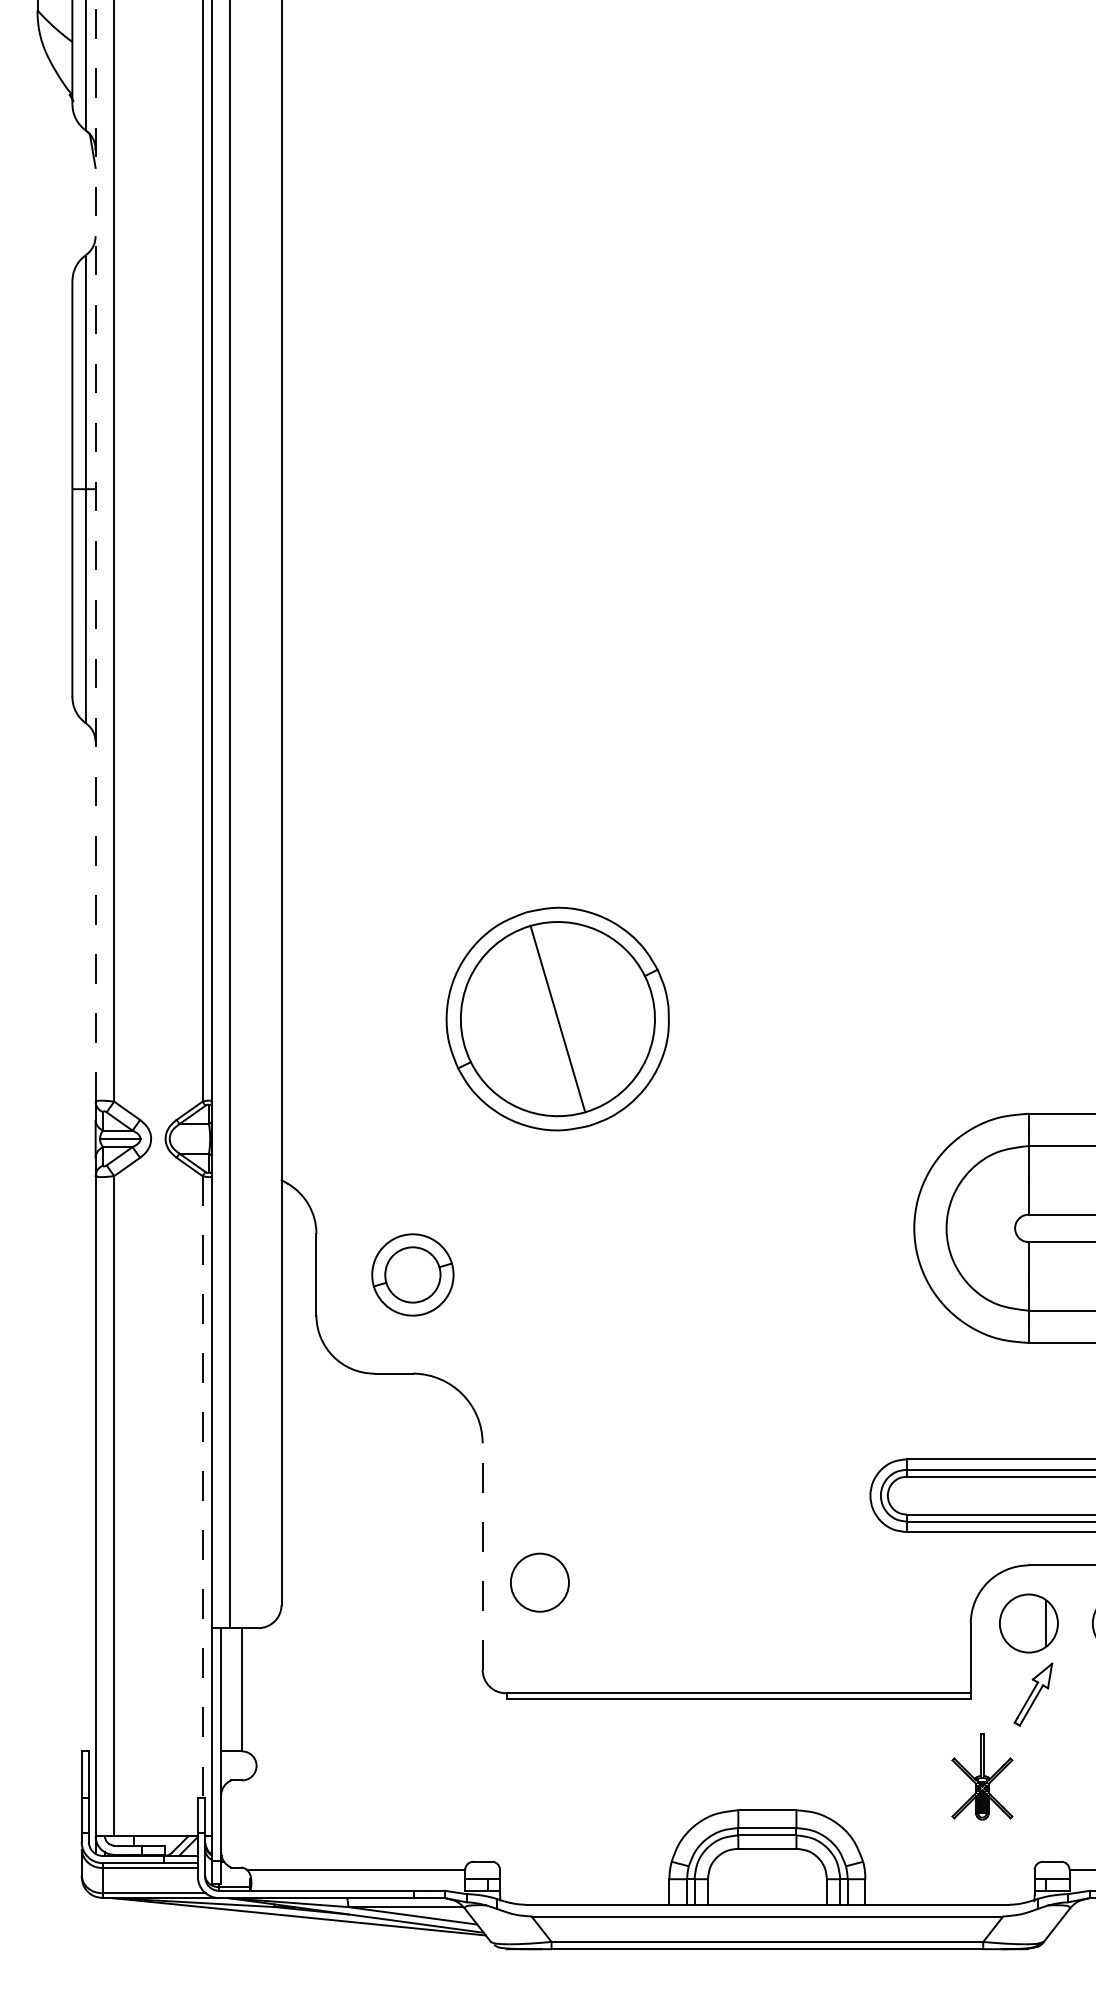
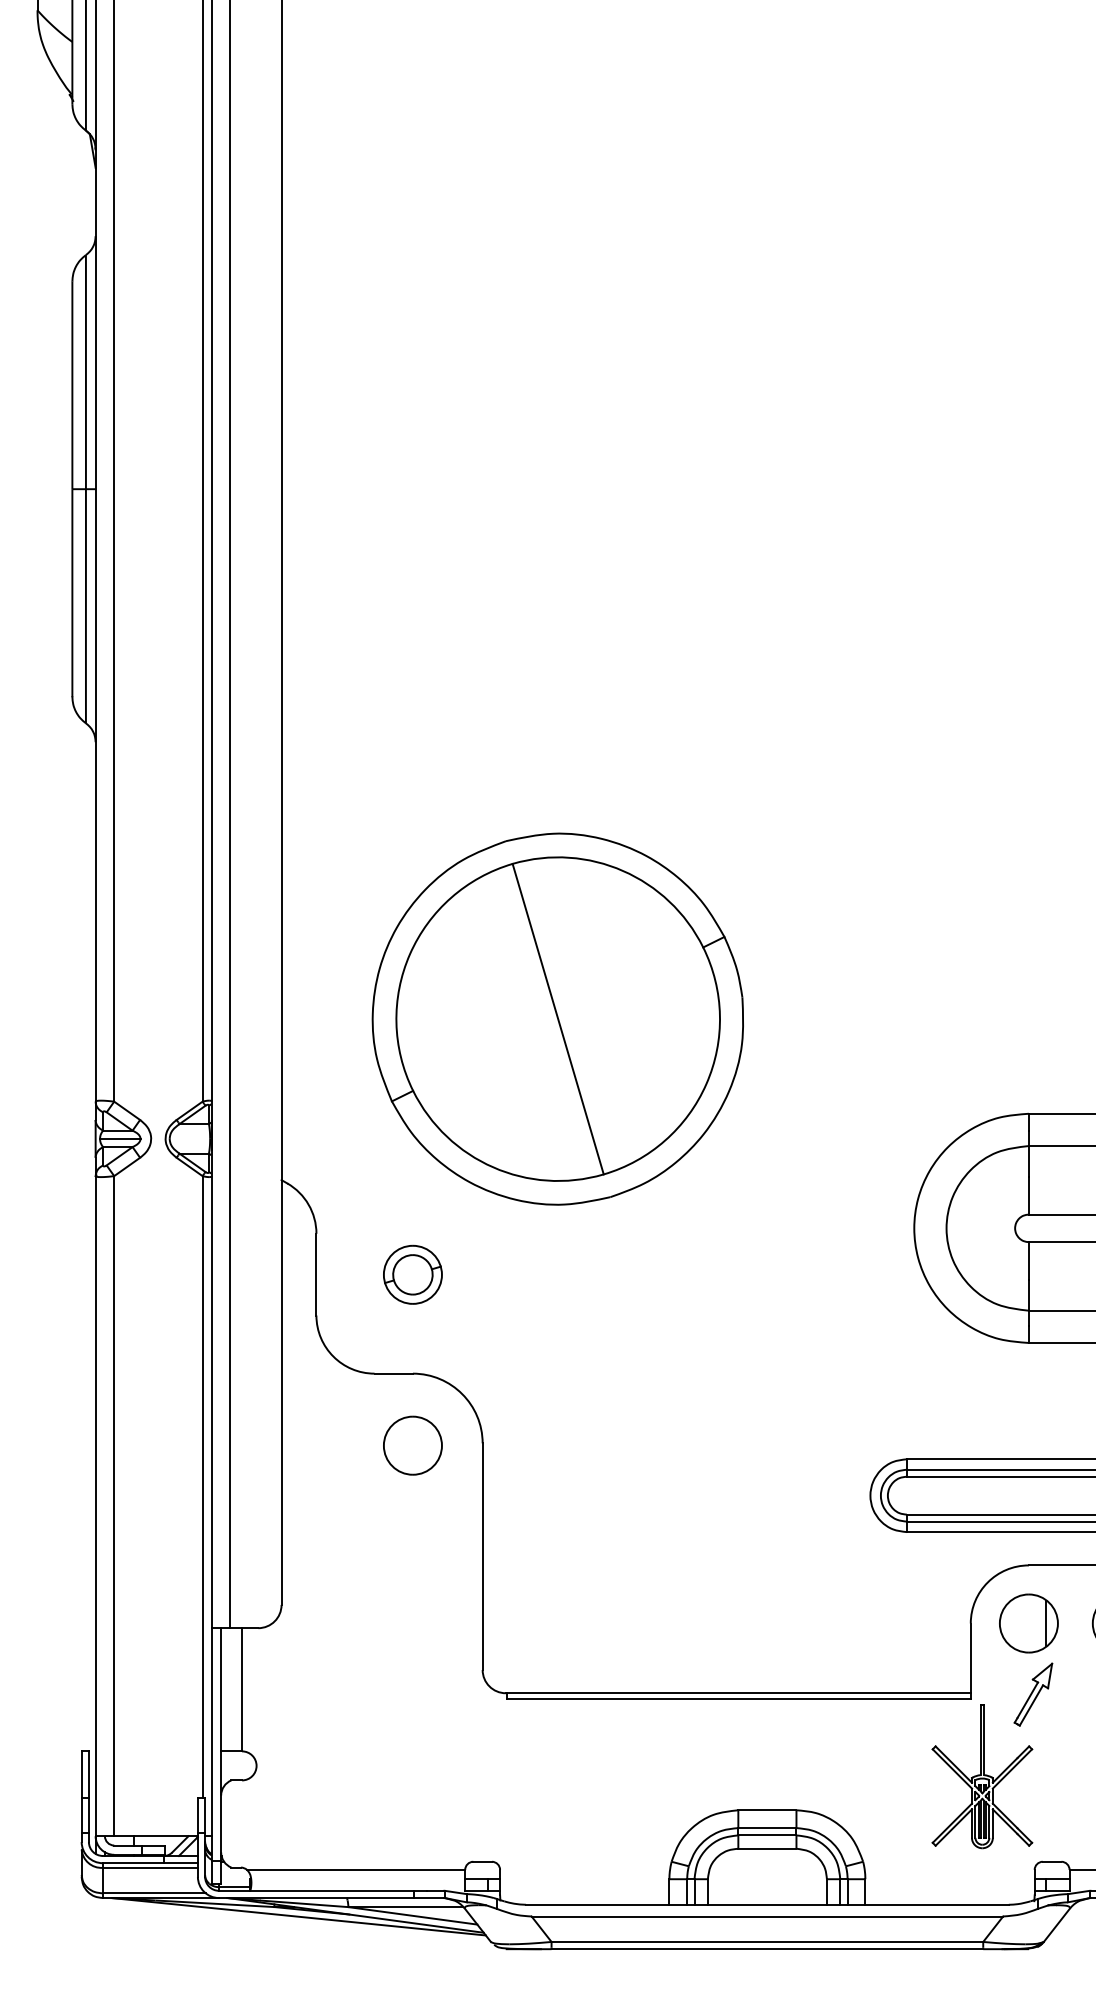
line at (95, 550): dashed -> solid
part at (557, 1018) size: 225x226 px -> 373x374 px
part at (412, 1274) size: 84x84 px -> 60x61 px
line at (202, 1486): dashed -> solid
line at (482, 1556): dashed -> solid
part at (539, 1582) position: (539, 1582) -> (412, 1445)
part at (982, 1776) size: 63x88 px -> 103x146 px
